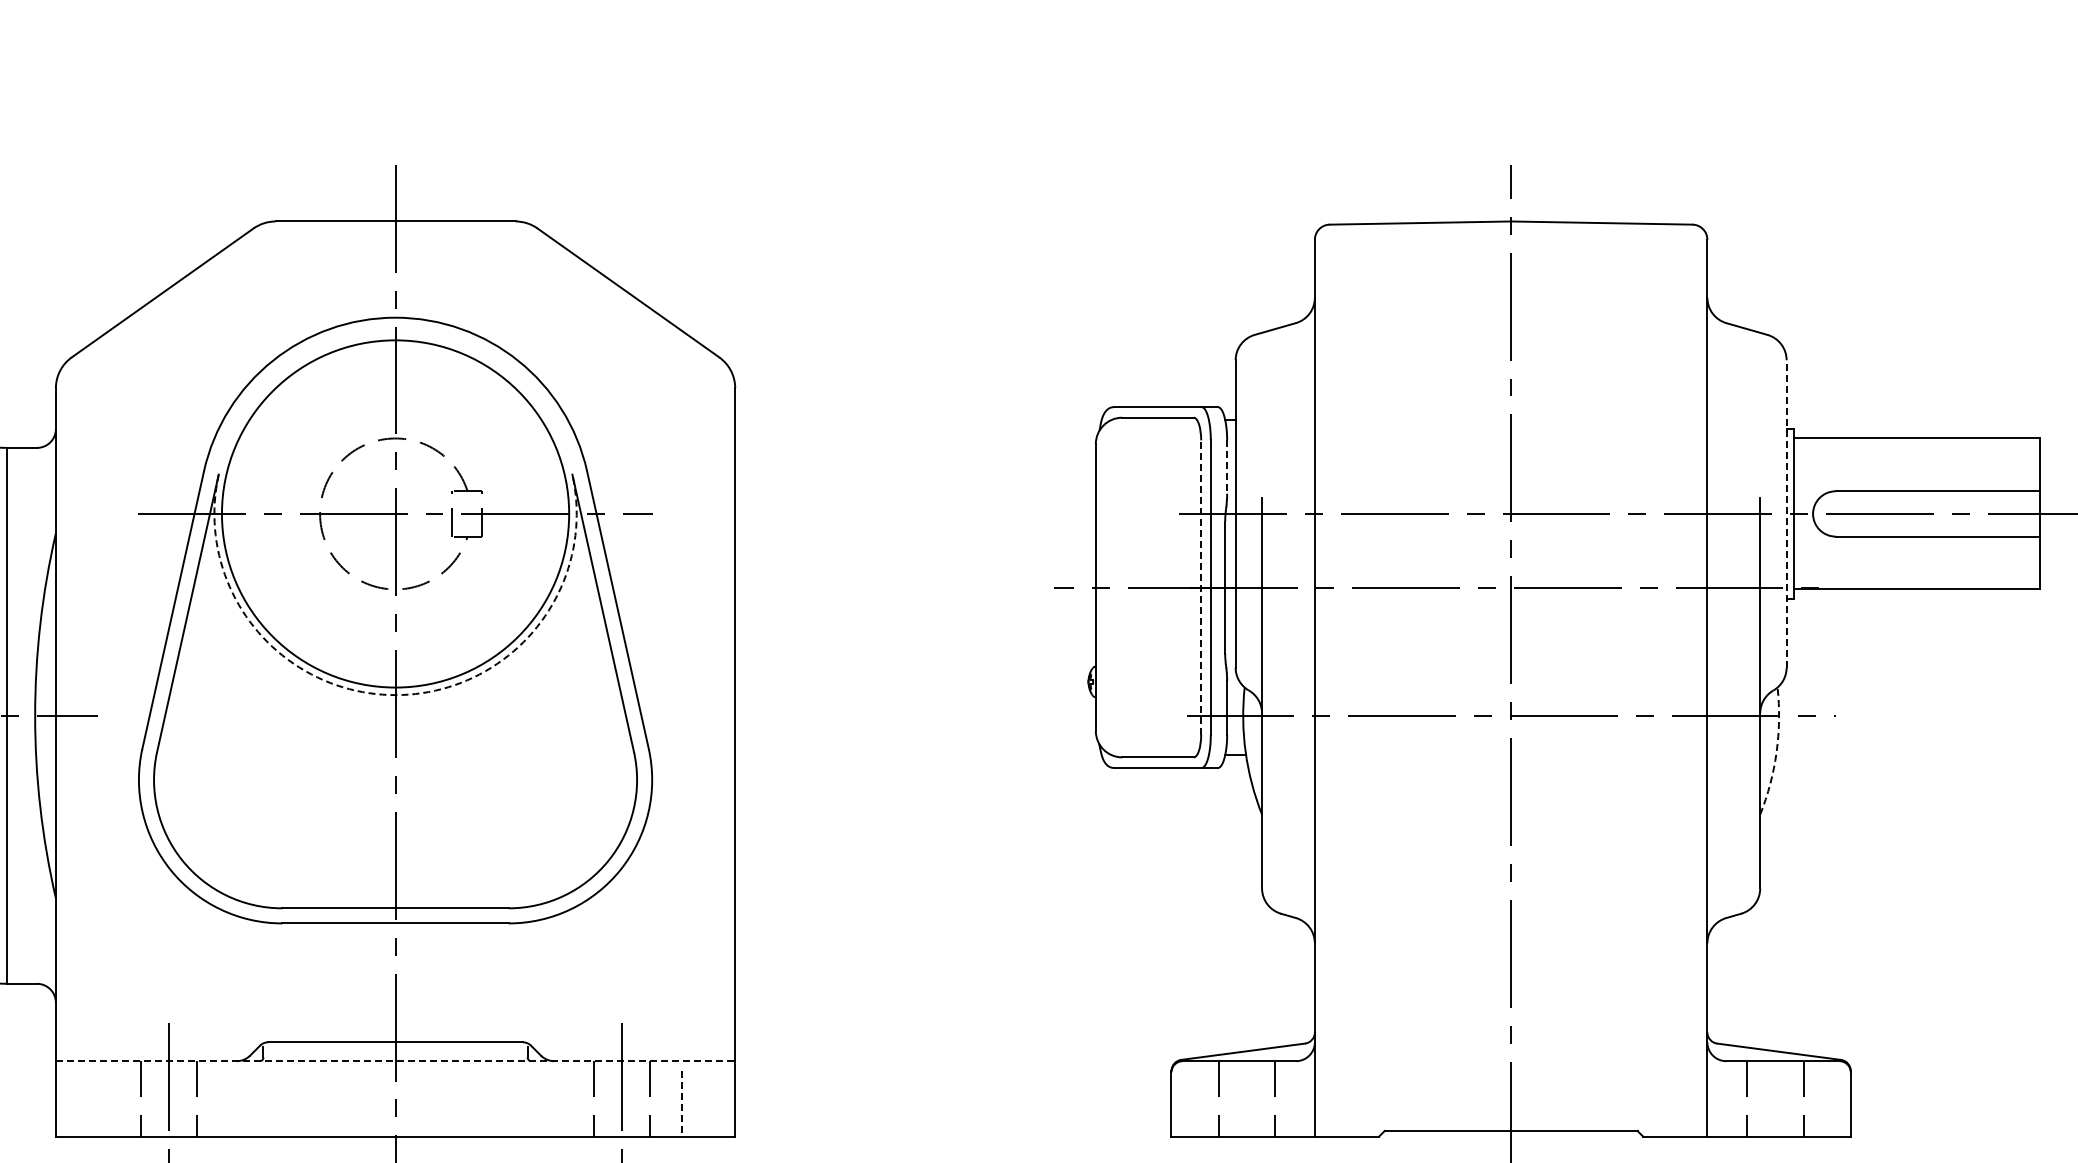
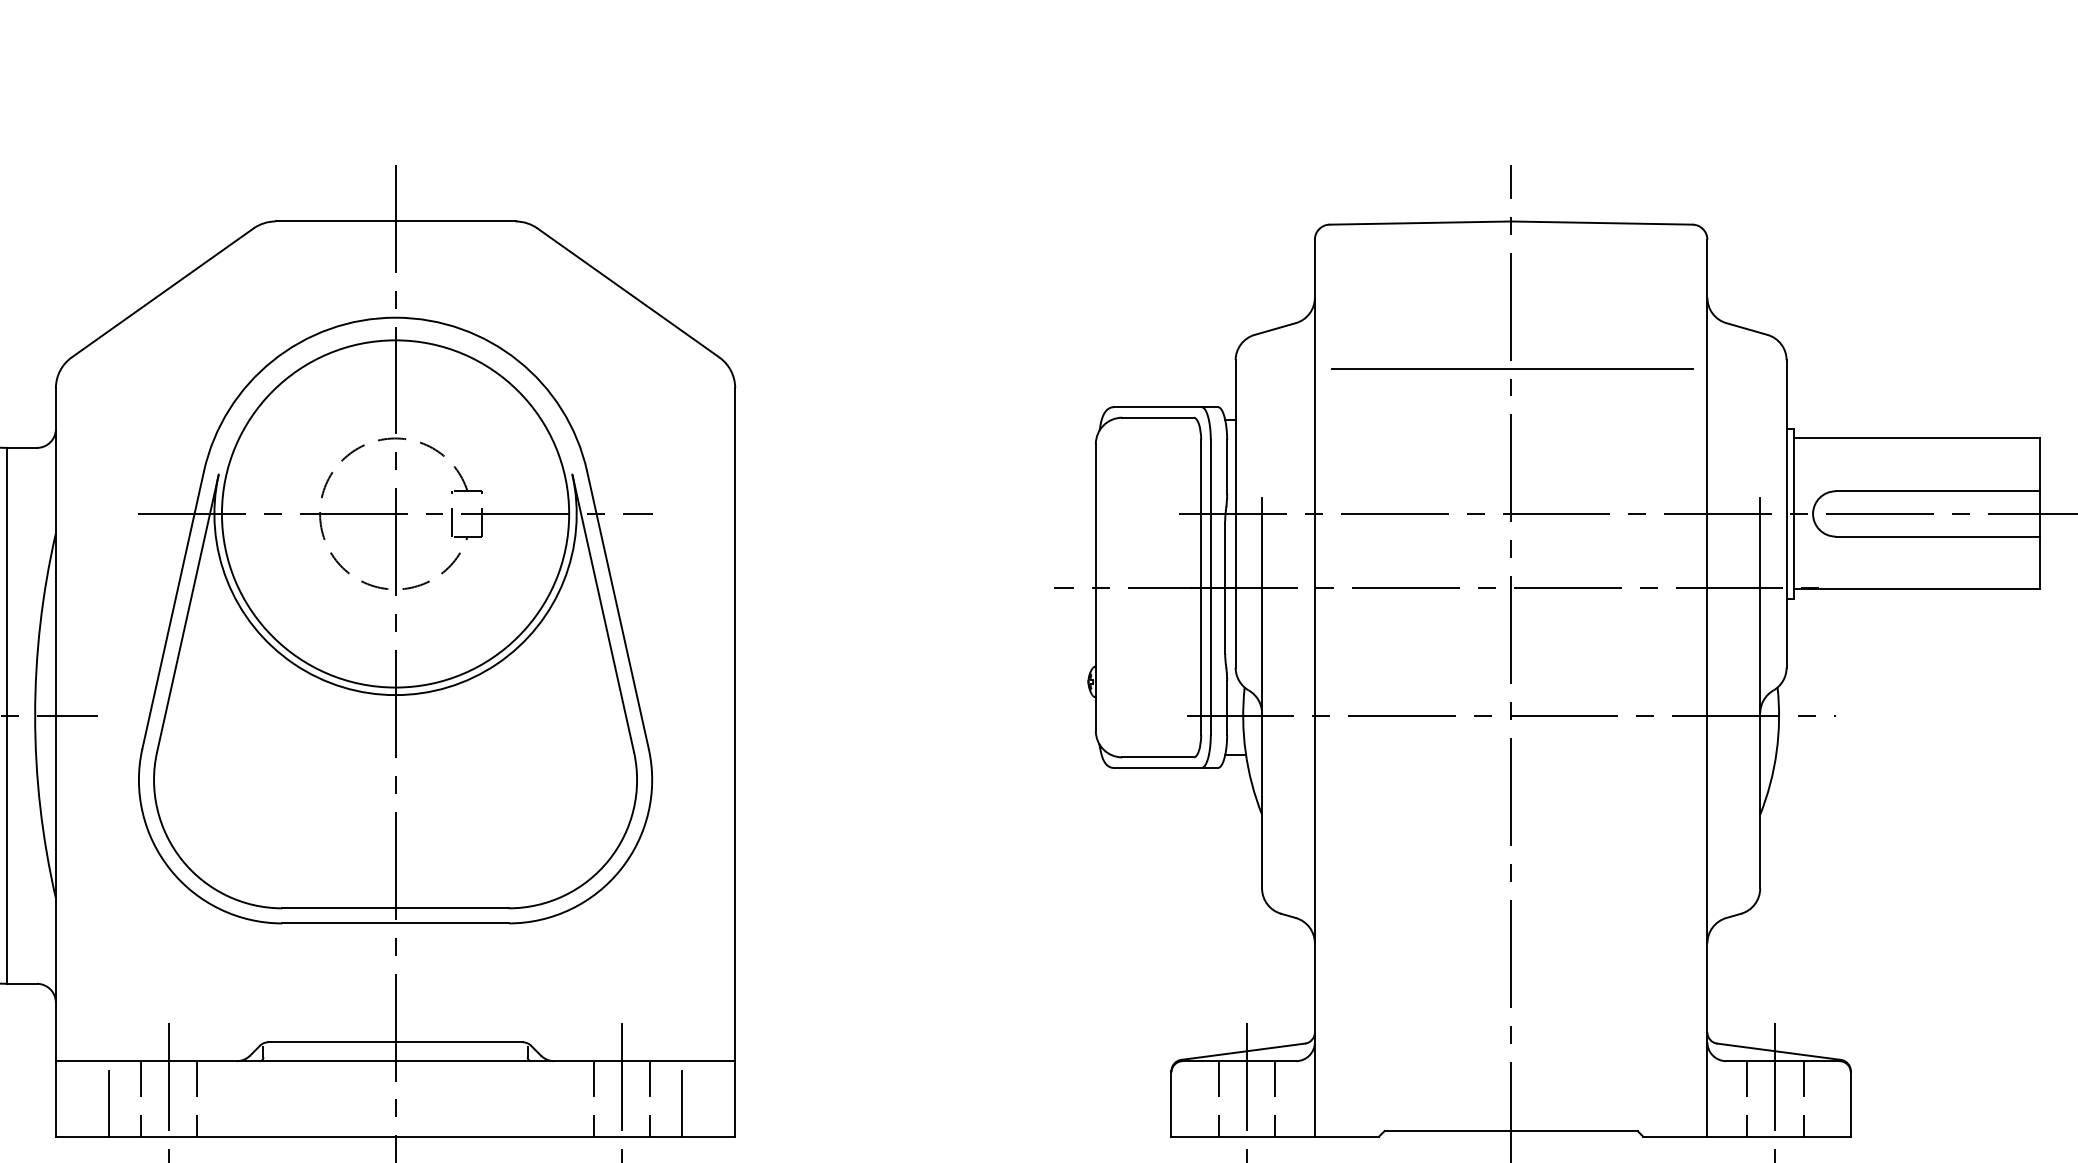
line at (1512, 368): none -> present
line at (1227, 467): dashed -> solid
line at (1786, 513): dashed -> solid
line at (1201, 587): dashed -> solid
arc at (395, 695): dashed -> solid
arc at (1776, 752): dashed -> solid
line at (395, 1061): dashed -> solid
line at (1246, 1091): none -> present
line at (1775, 1091): none -> present
line at (108, 1103): none -> present
line at (682, 1104): dashed -> solid
